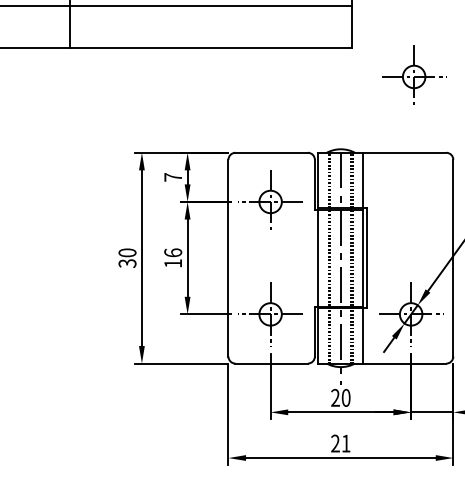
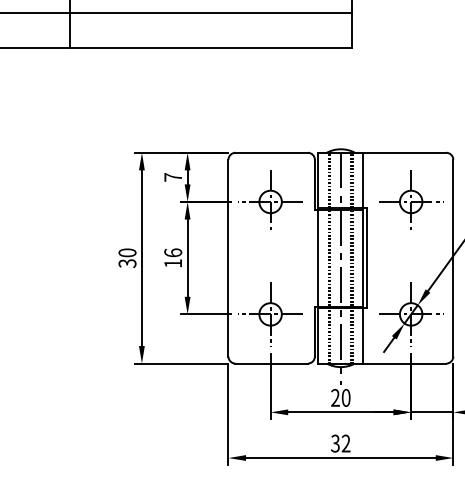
line at (176, 6) position: (176, 6) -> (176, 13)
part at (414, 74) position: (414, 74) -> (411, 199)
text at (340, 443): 21 -> 32
